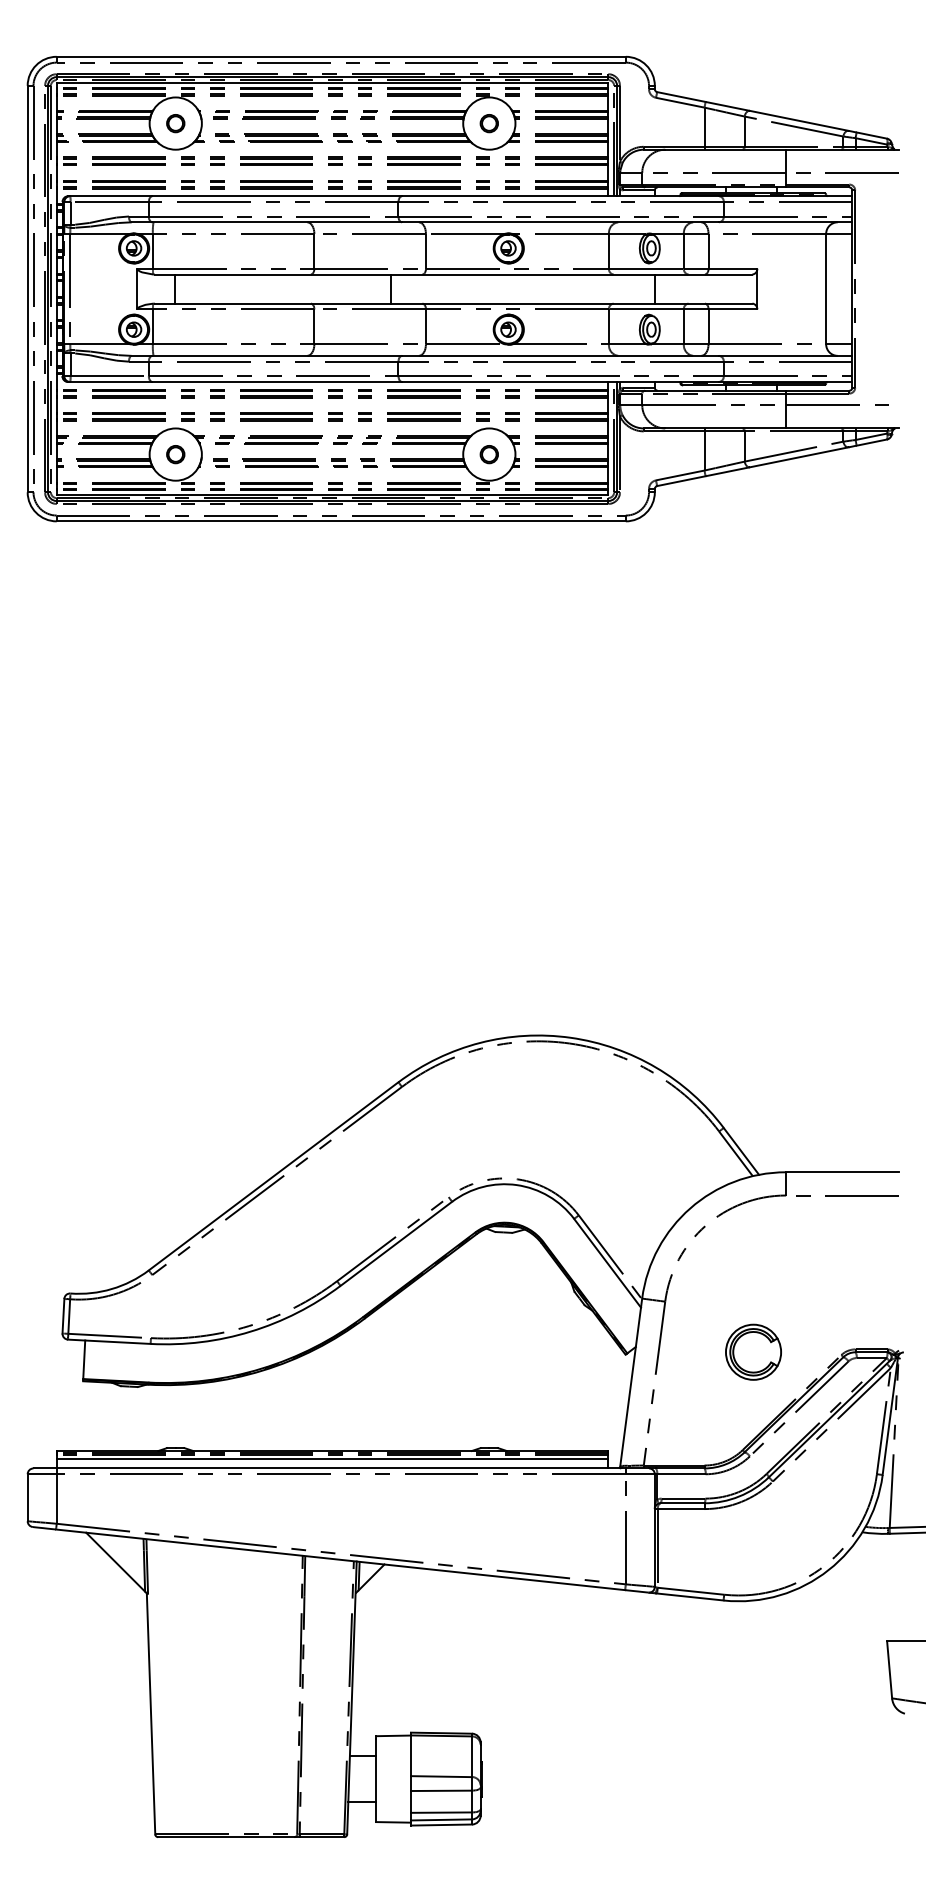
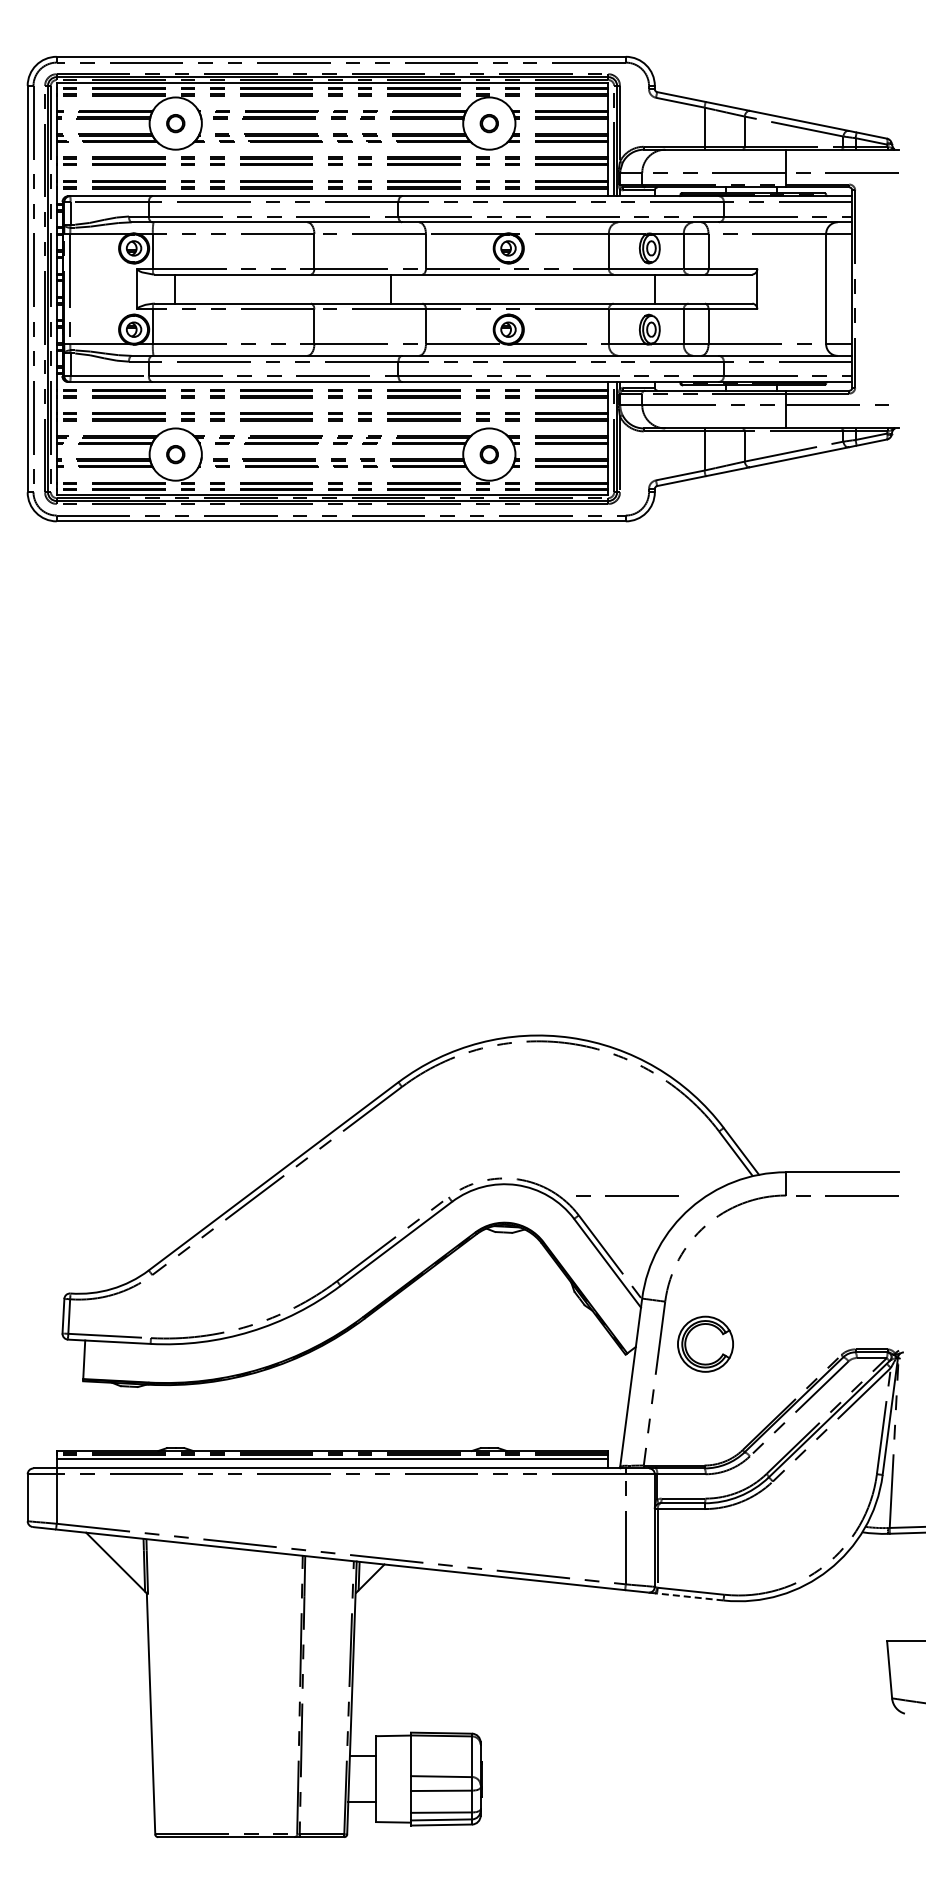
line at (627, 1195): none -> present
part at (753, 1351) position: (753, 1351) -> (705, 1343)
line at (689, 1596): solid -> dashed
